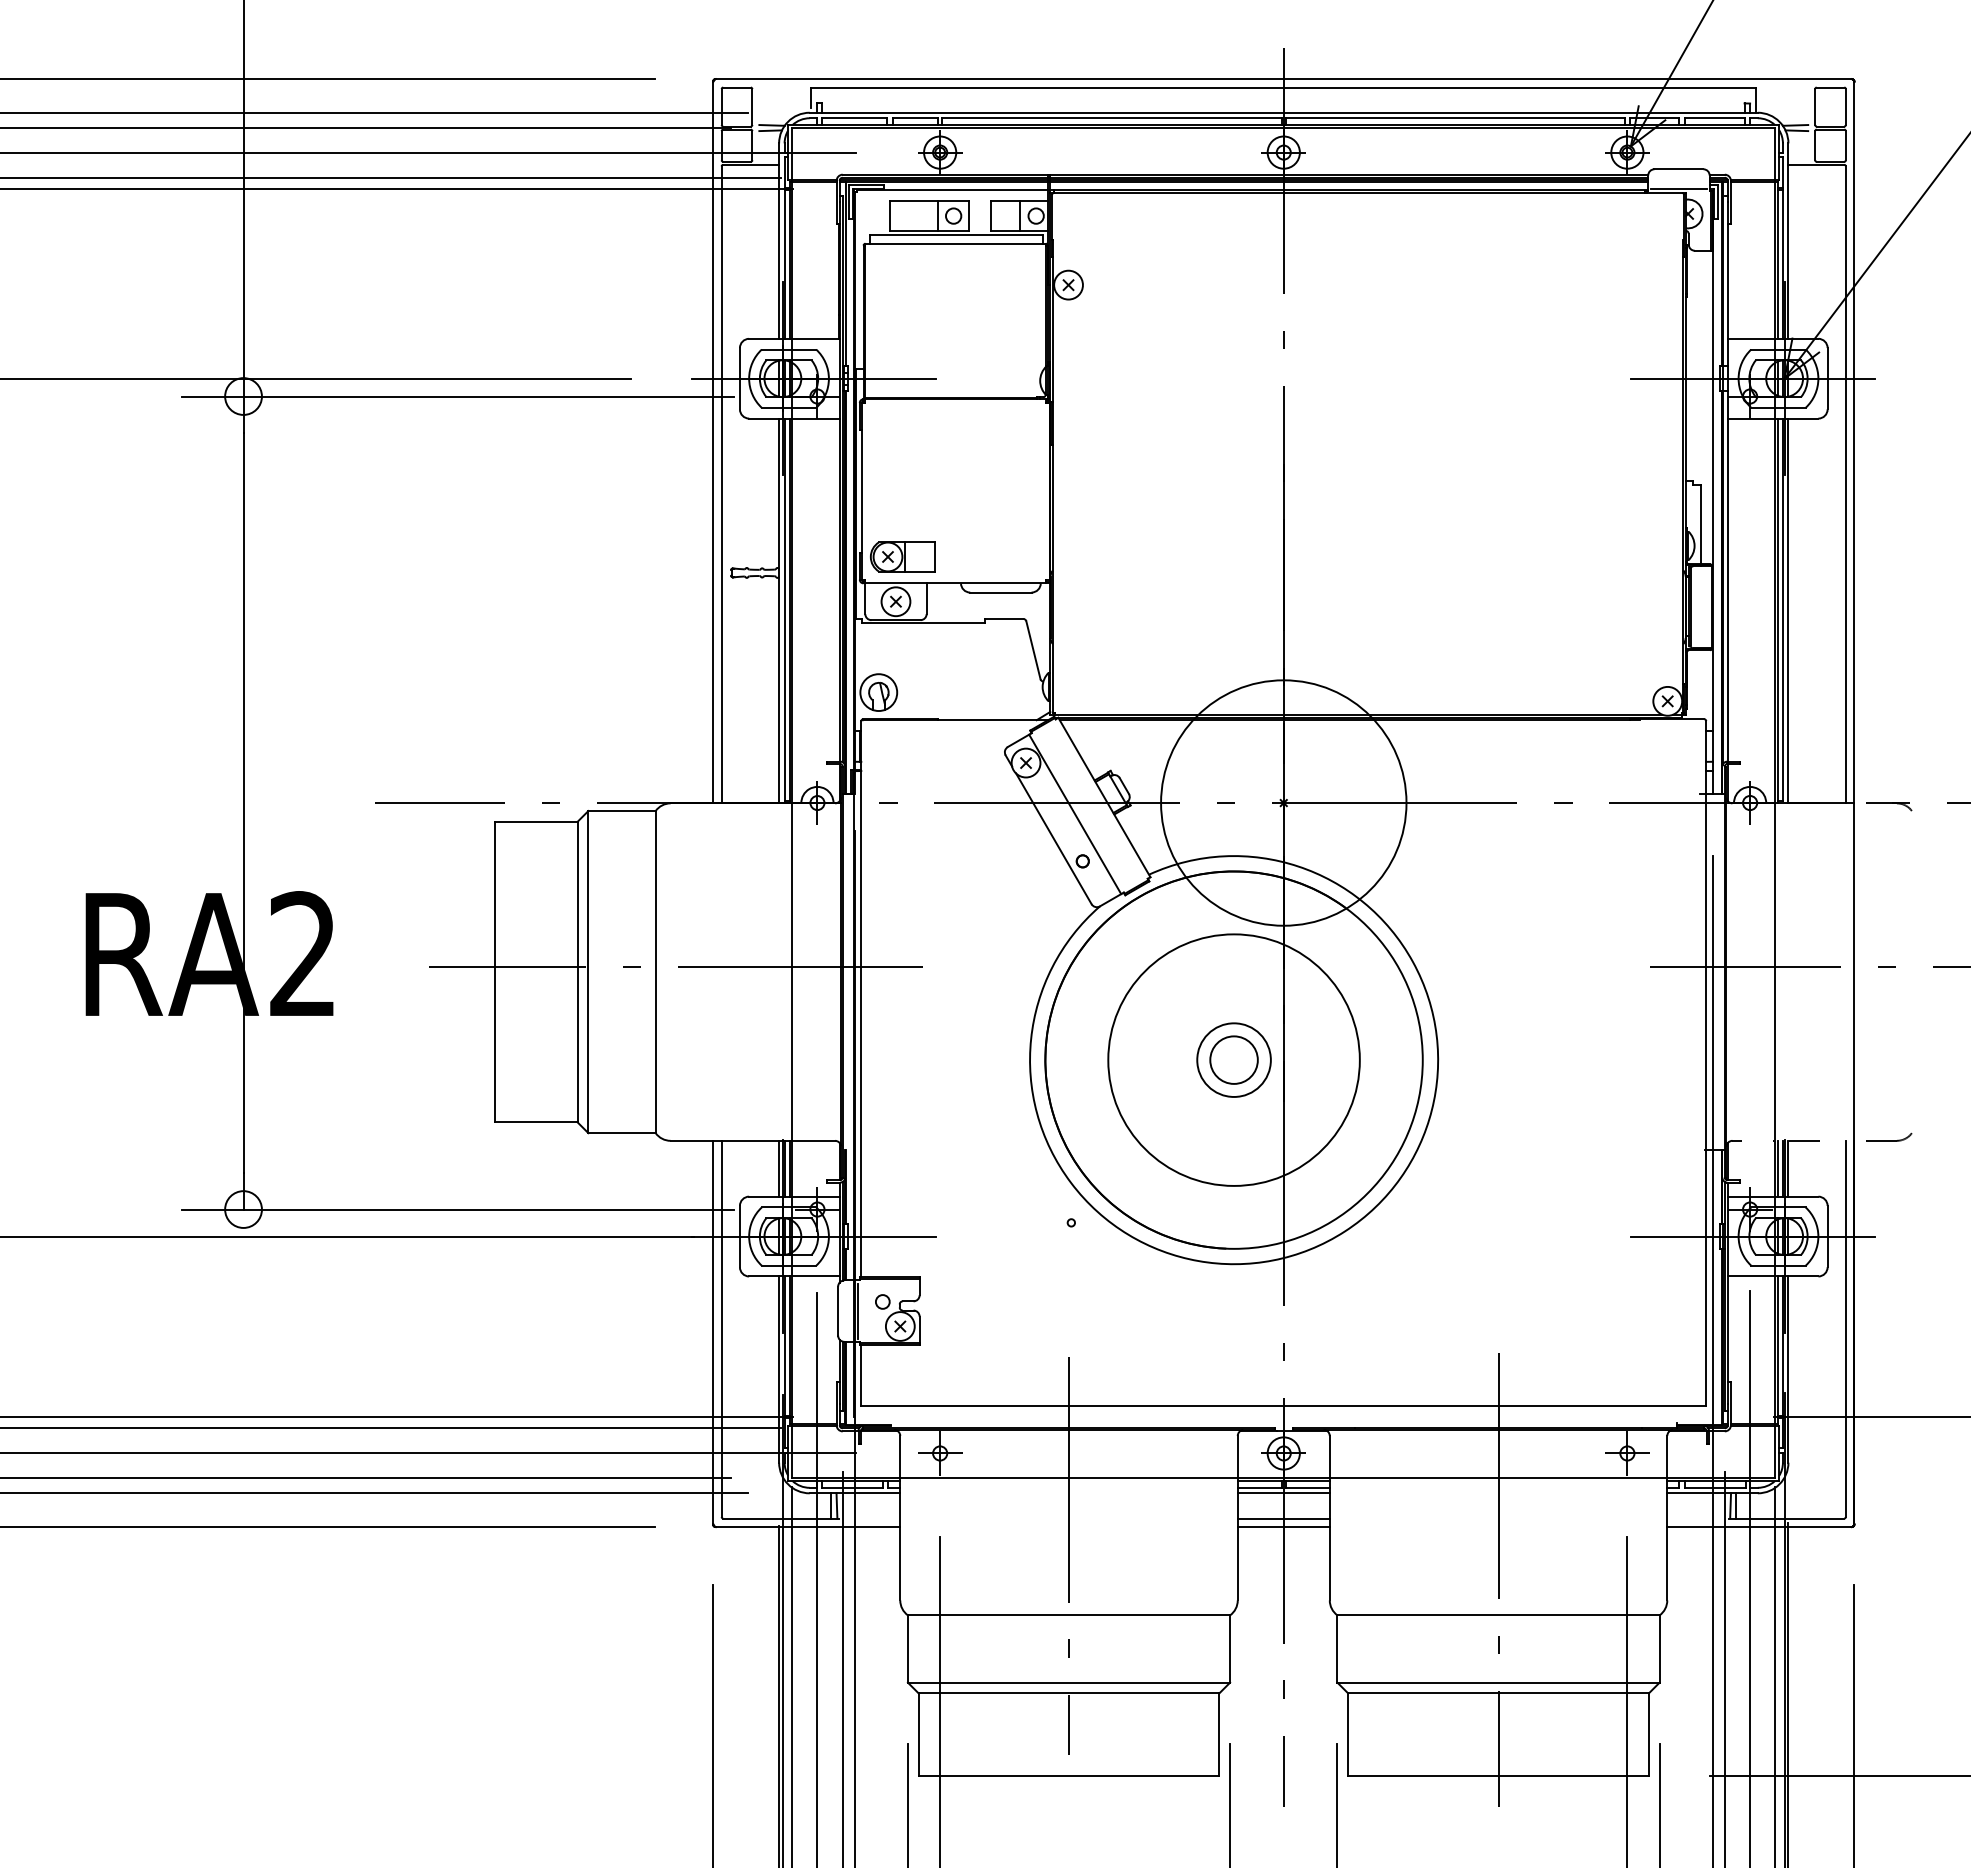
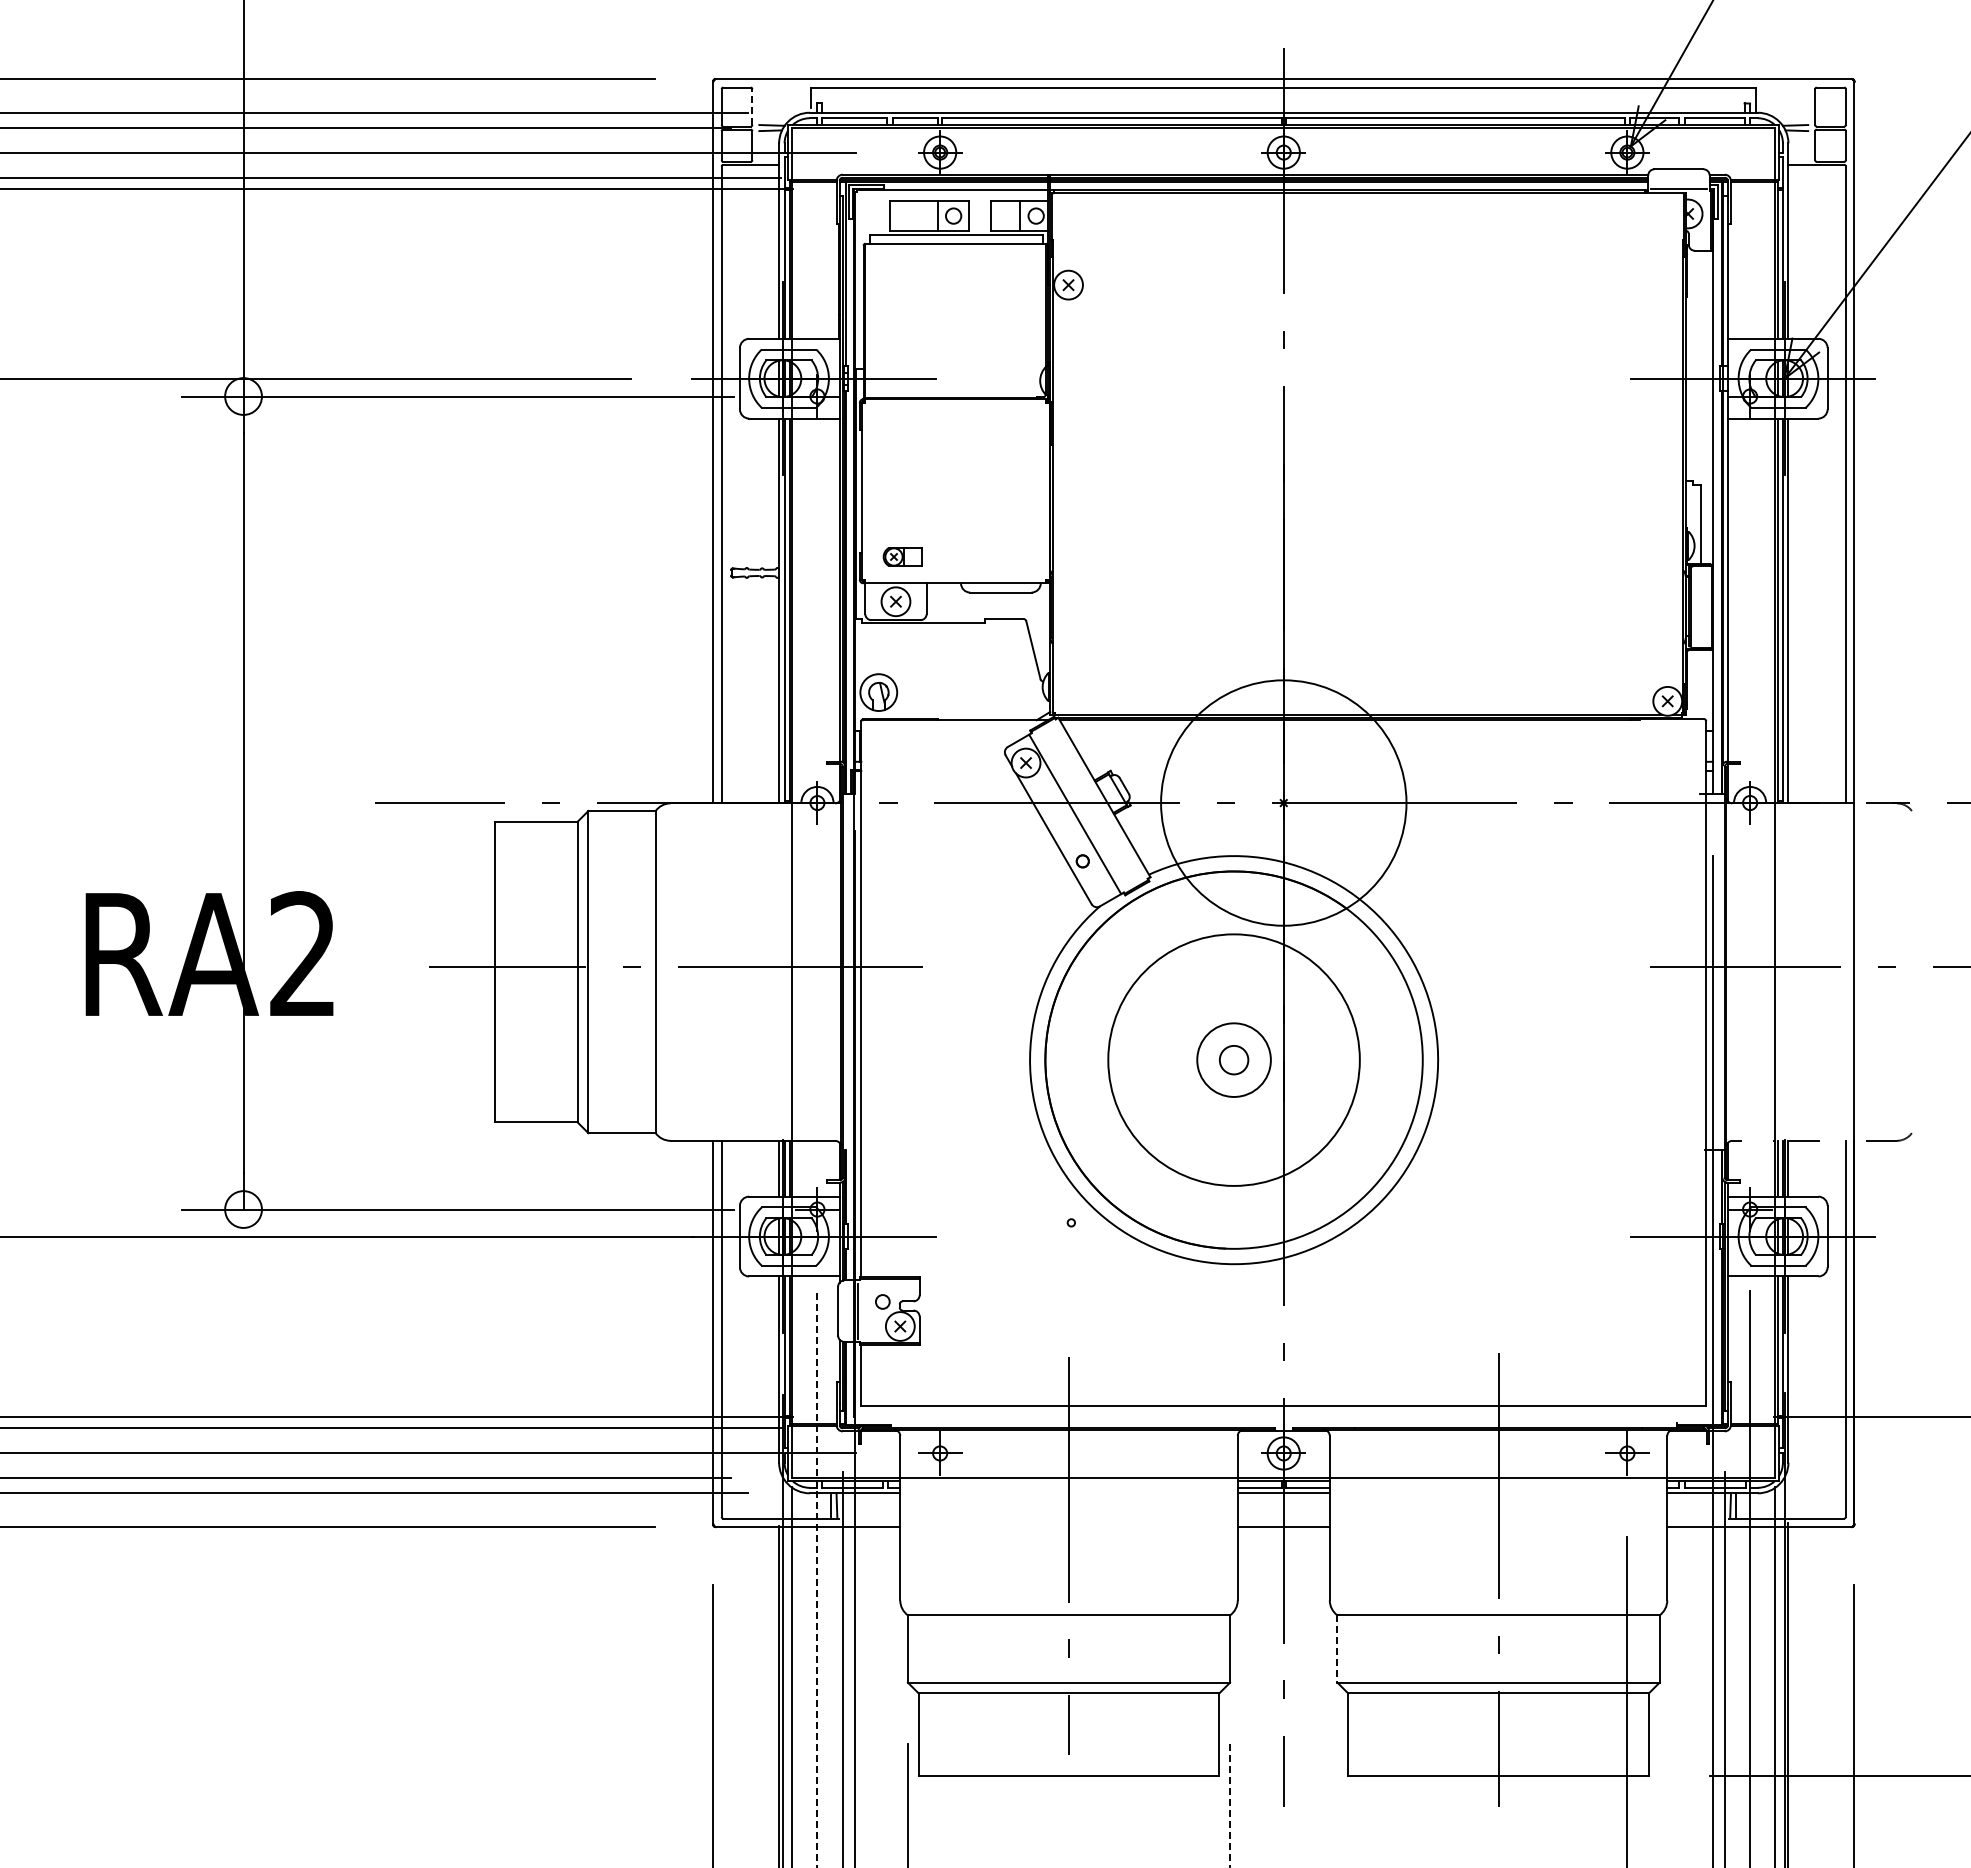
line at (752, 107): solid -> dashed
part at (902, 556) size: 66x32 px -> 41x20 px
circle at (1233, 1059) diameter: 48 px -> 29 px
line at (1283, 1518): present -> none
line at (817, 1580): solid -> dashed
line at (1337, 1649): solid -> dashed
line at (940, 1700): present -> none
line at (1337, 1804): present -> none
line at (1659, 1804): present -> none
line at (1230, 1806): solid -> dashed
